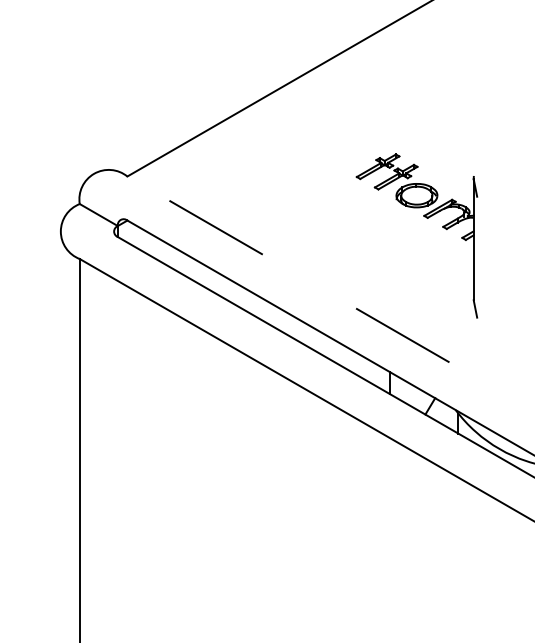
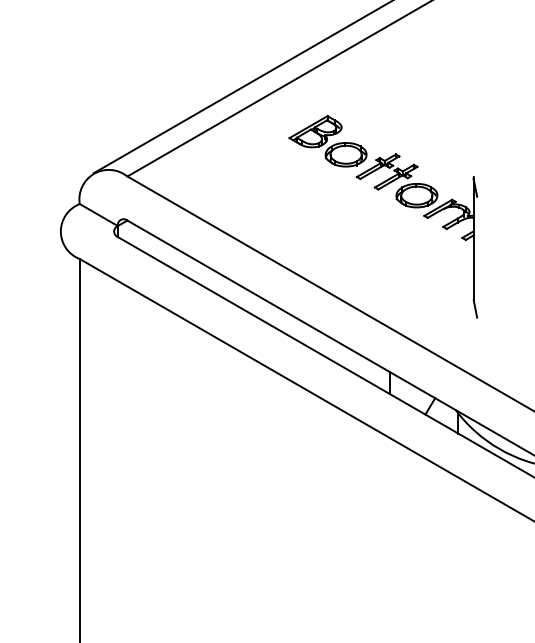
line at (241, 87): none -> present
part at (327, 141): none -> present
line at (330, 293): dashed -> solid
